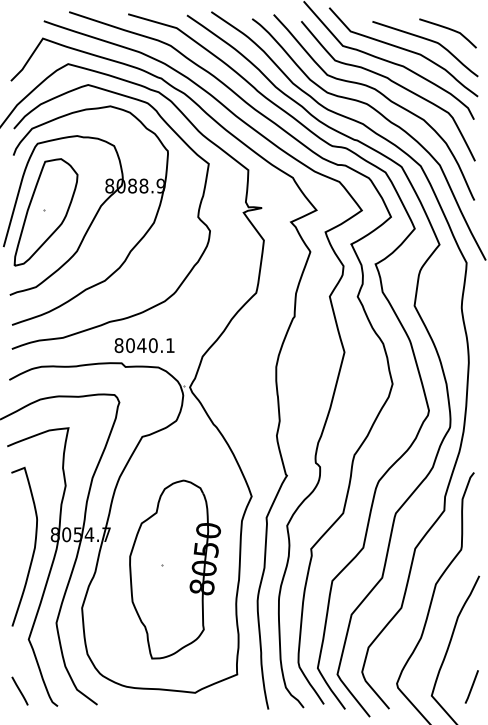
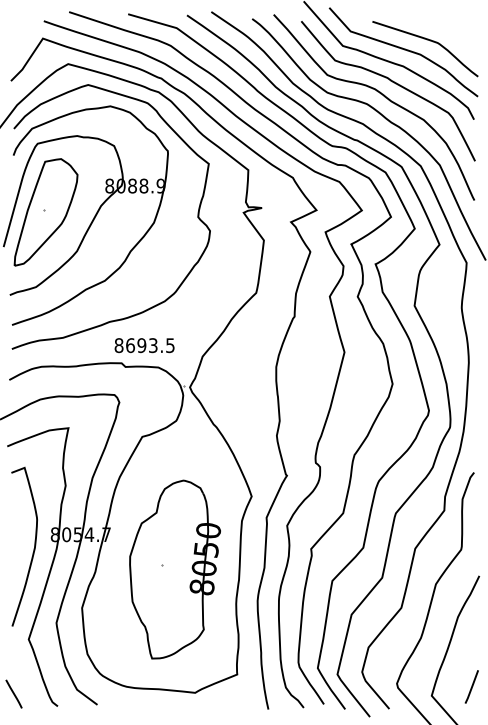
curve at (447, 29): present -> none
text at (150, 345): 8040.1 -> 8693.5
line at (19, 690) position: (19, 690) -> (13, 693)
